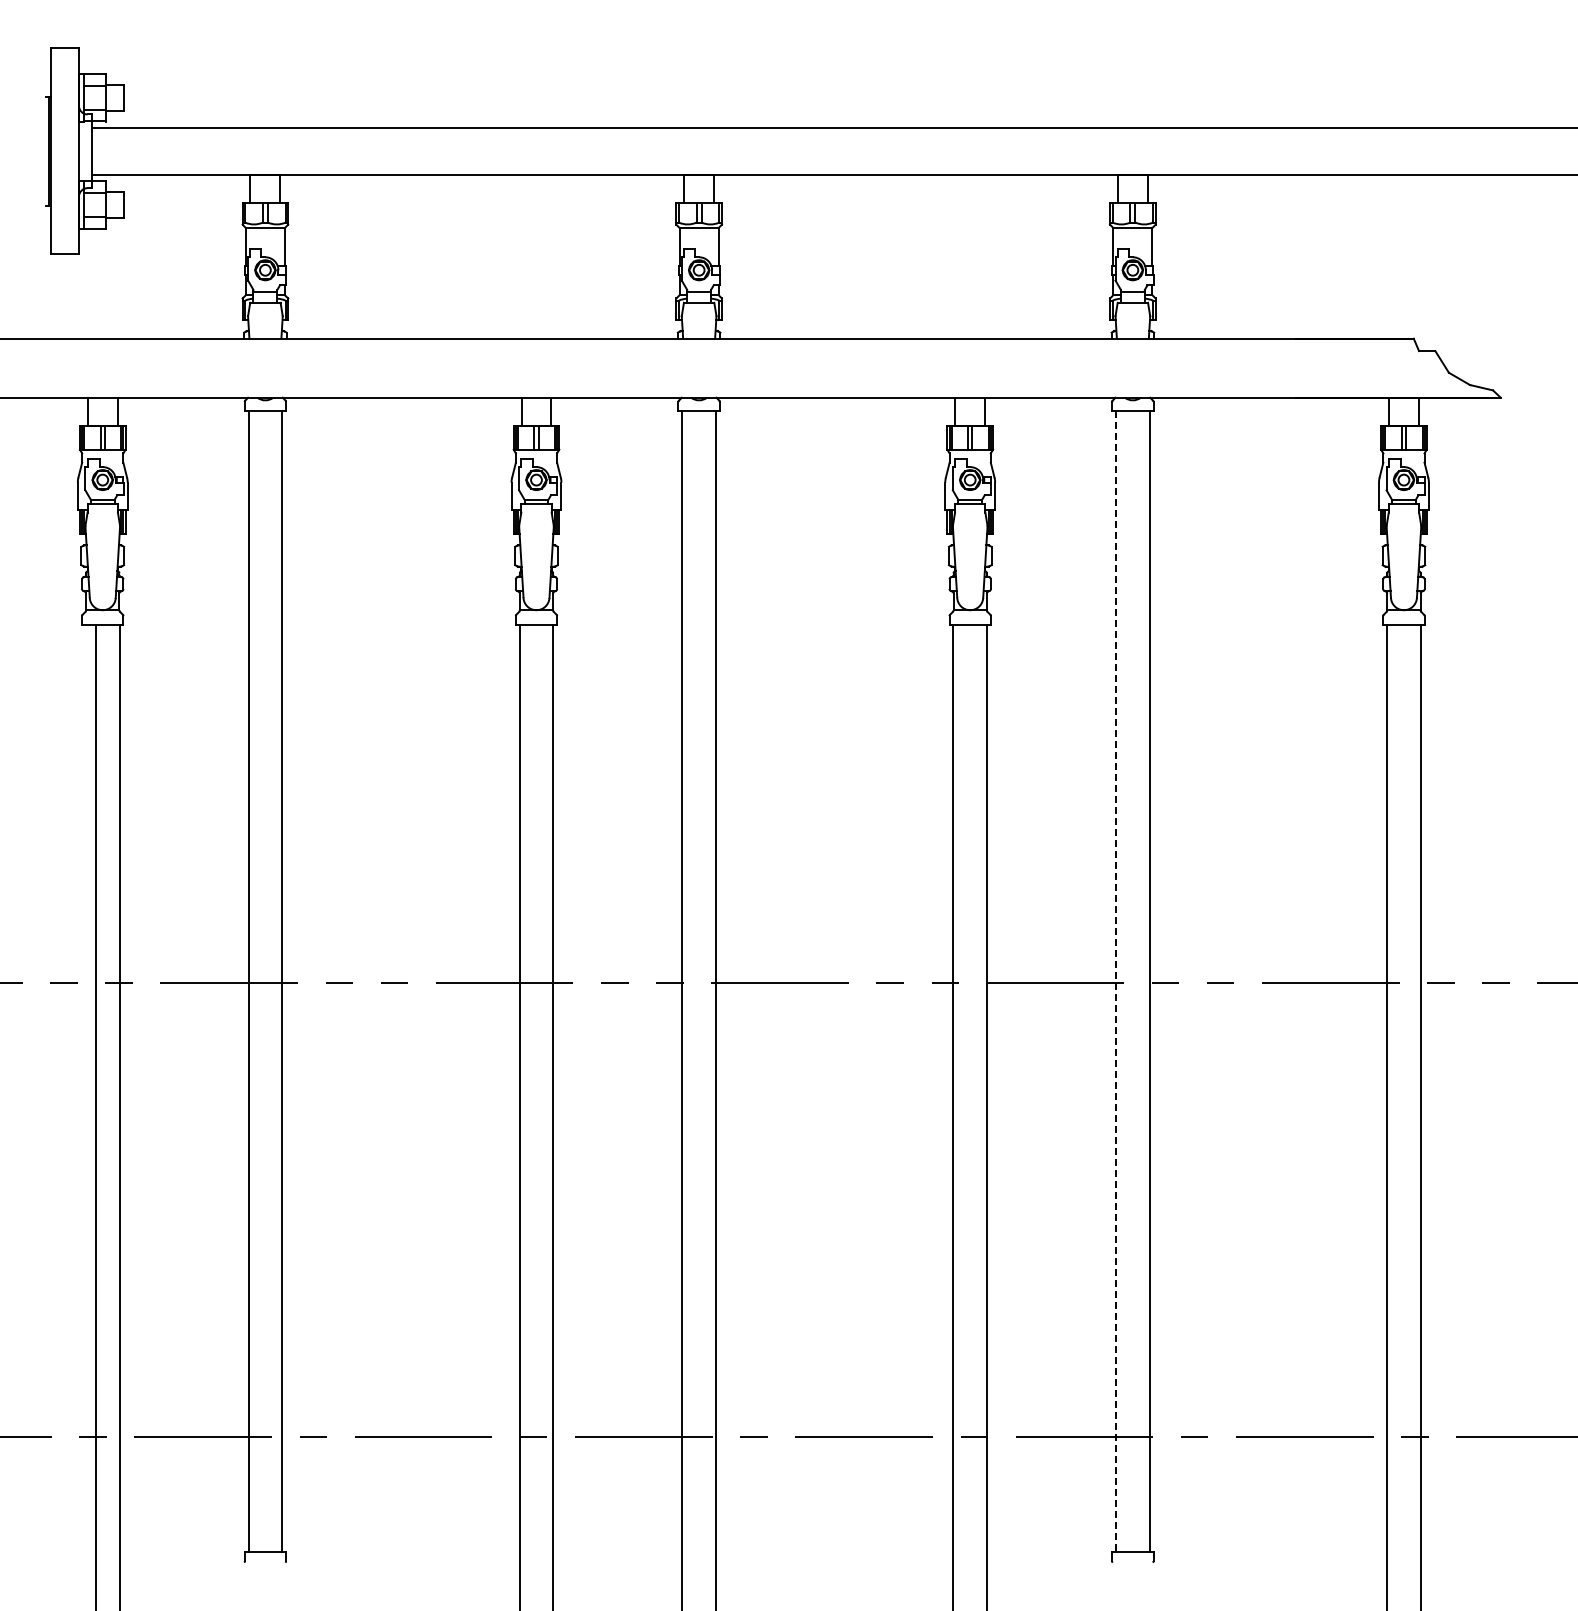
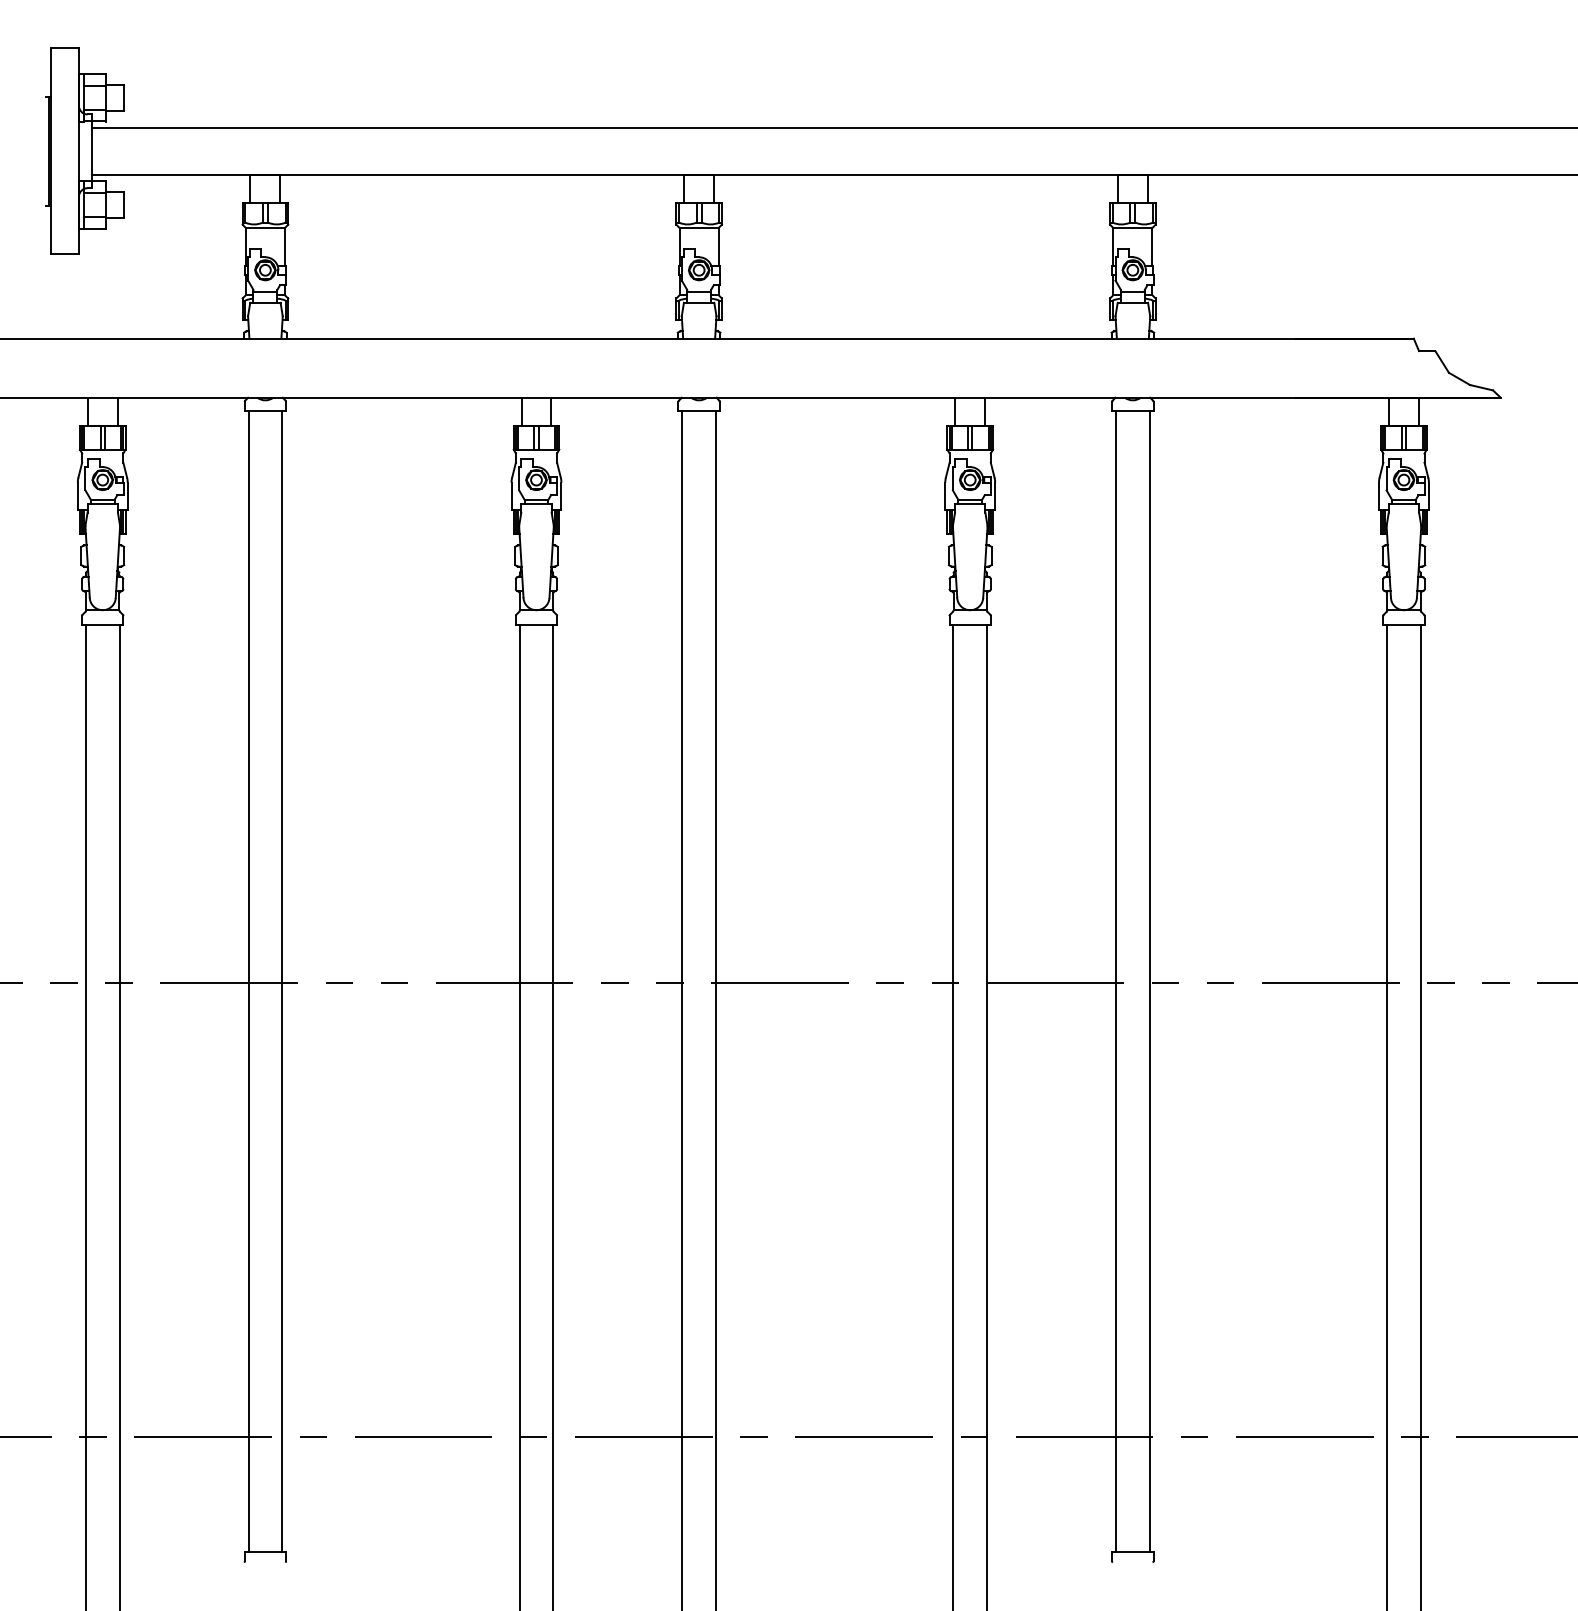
line at (1116, 982): dashed -> solid
line at (95, 1116) position: (95, 1116) -> (85, 1116)
